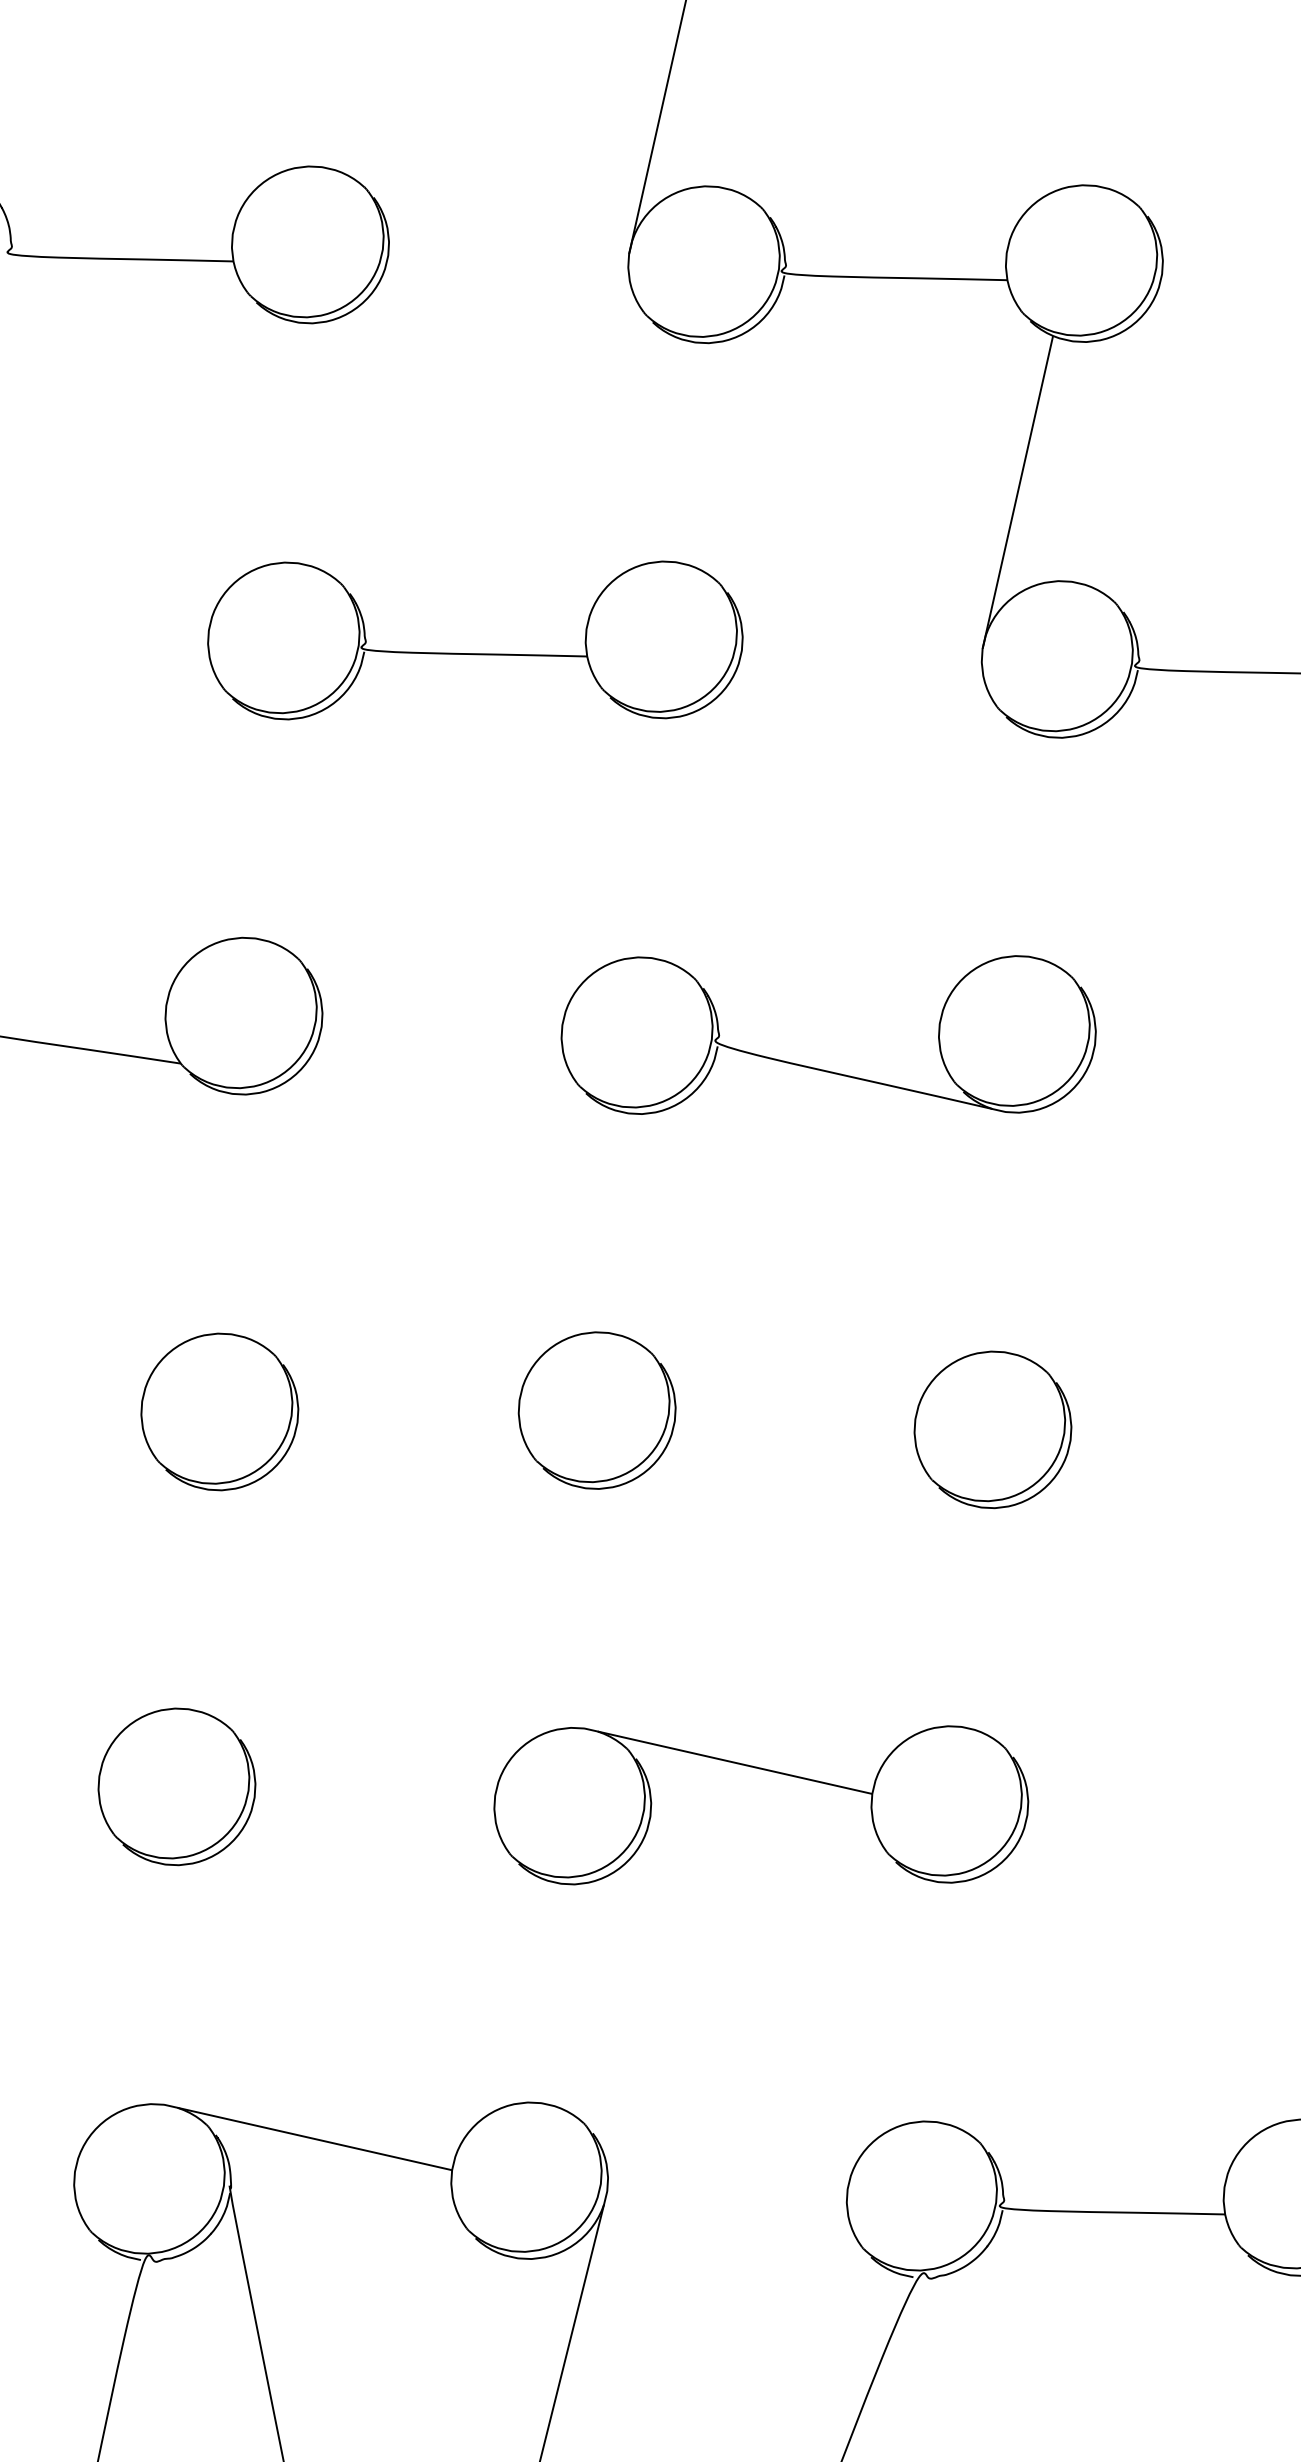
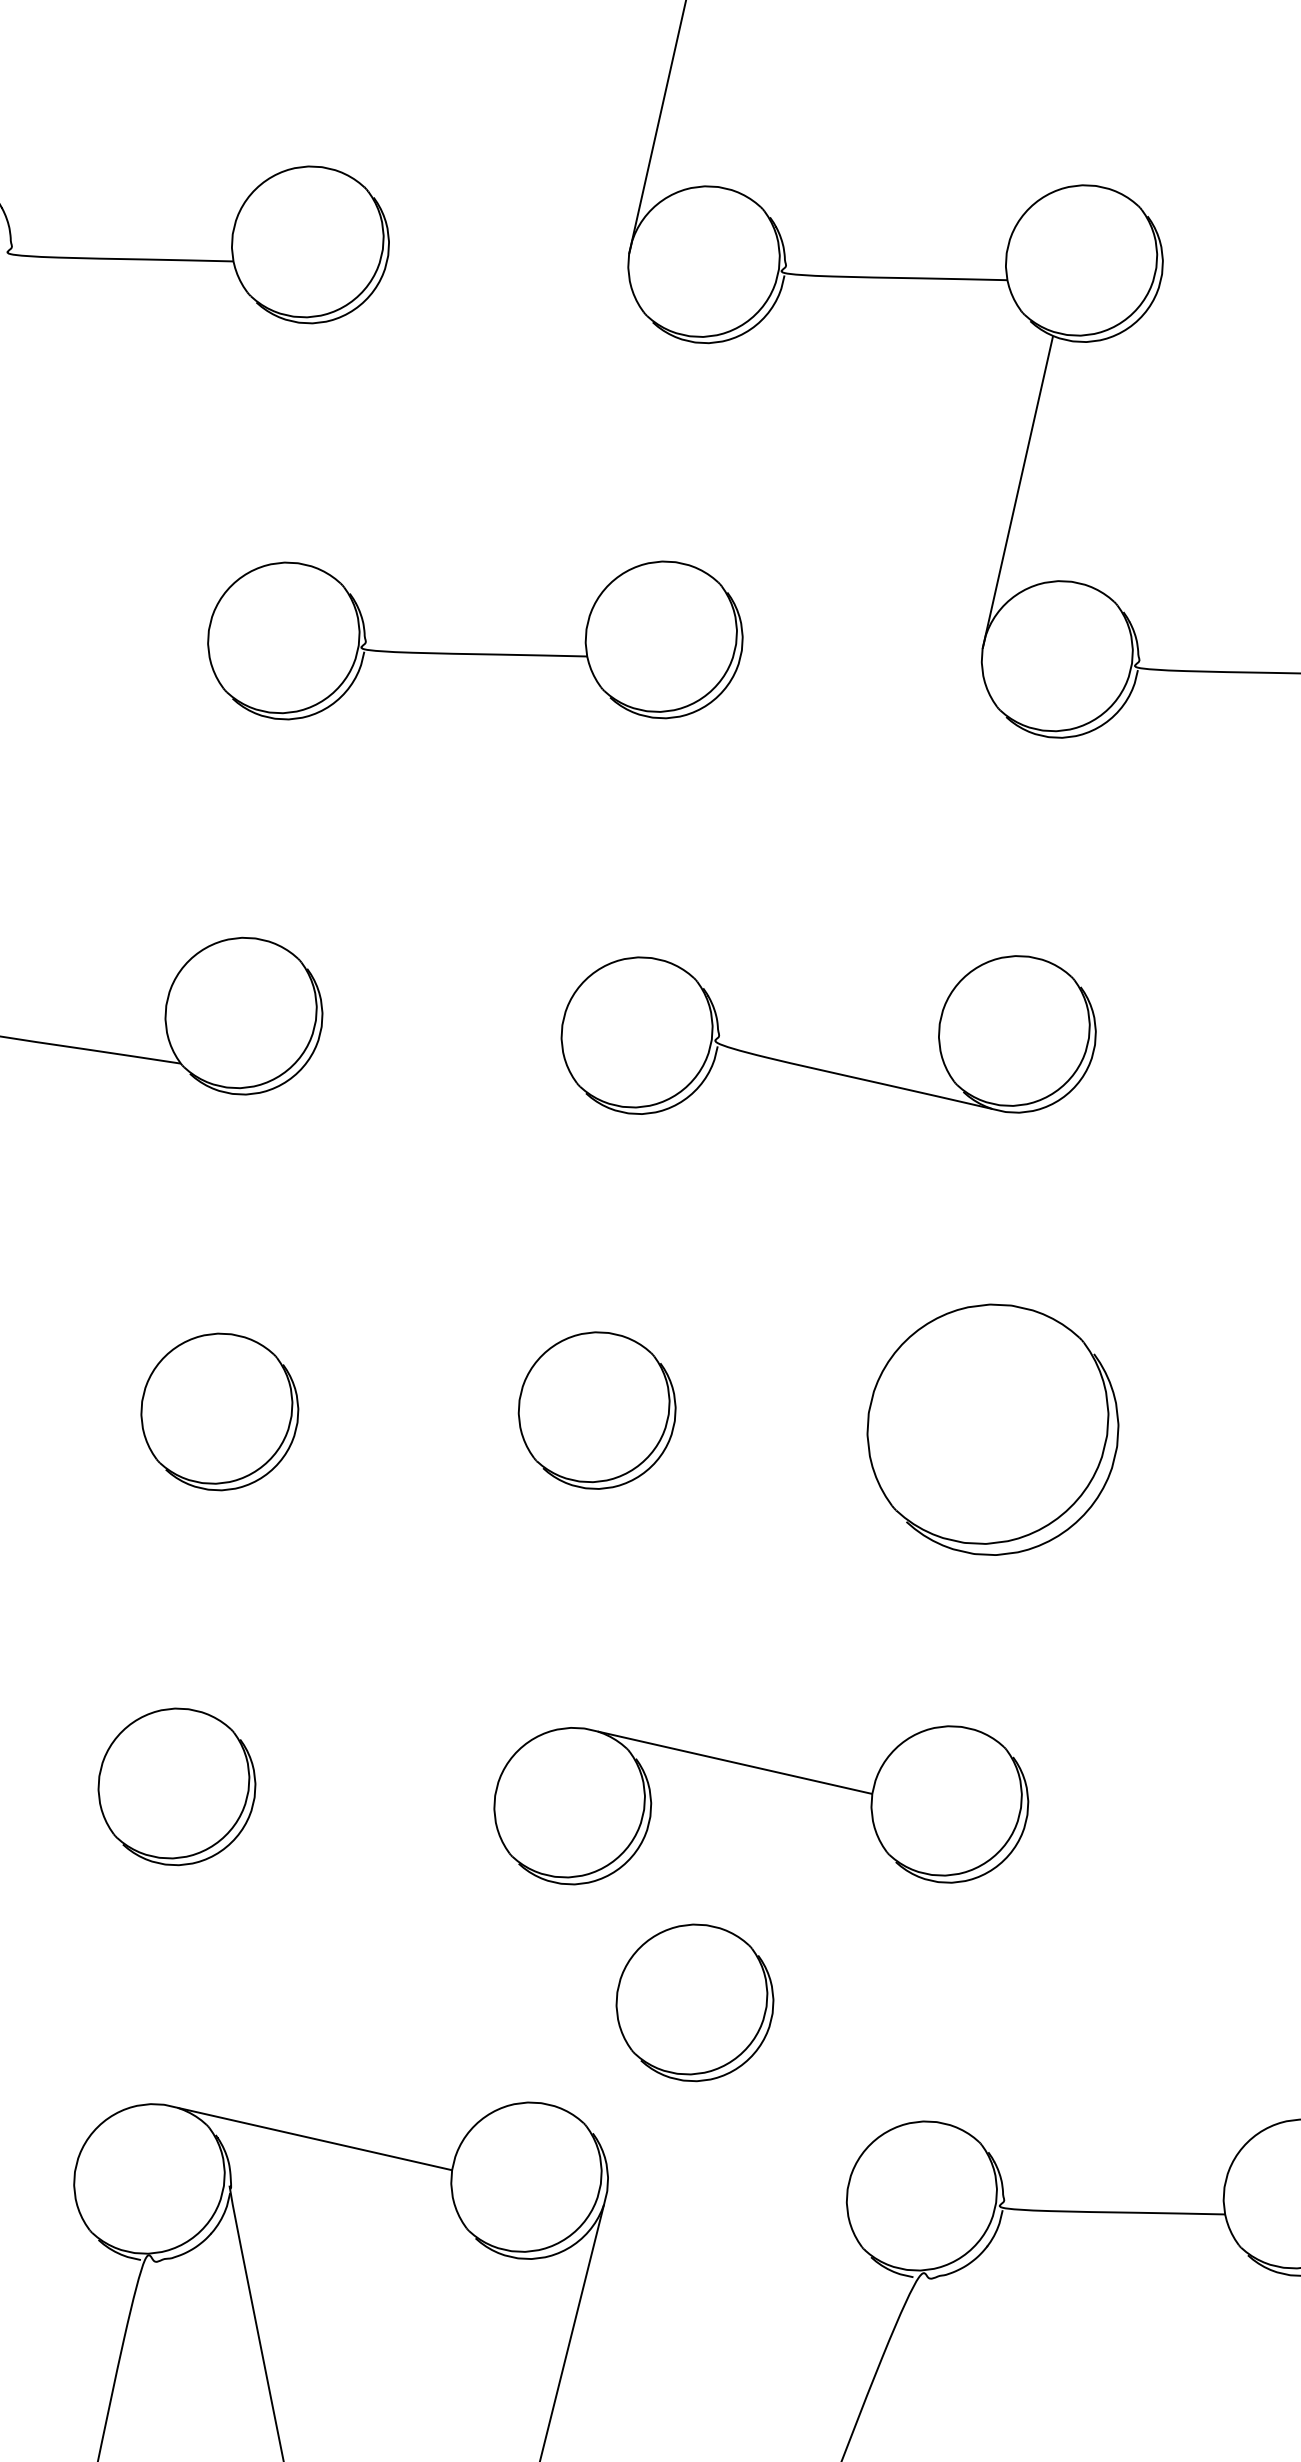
part at (992, 1429) size: 160x160 px -> 254x253 px
part at (694, 2002): none -> present
